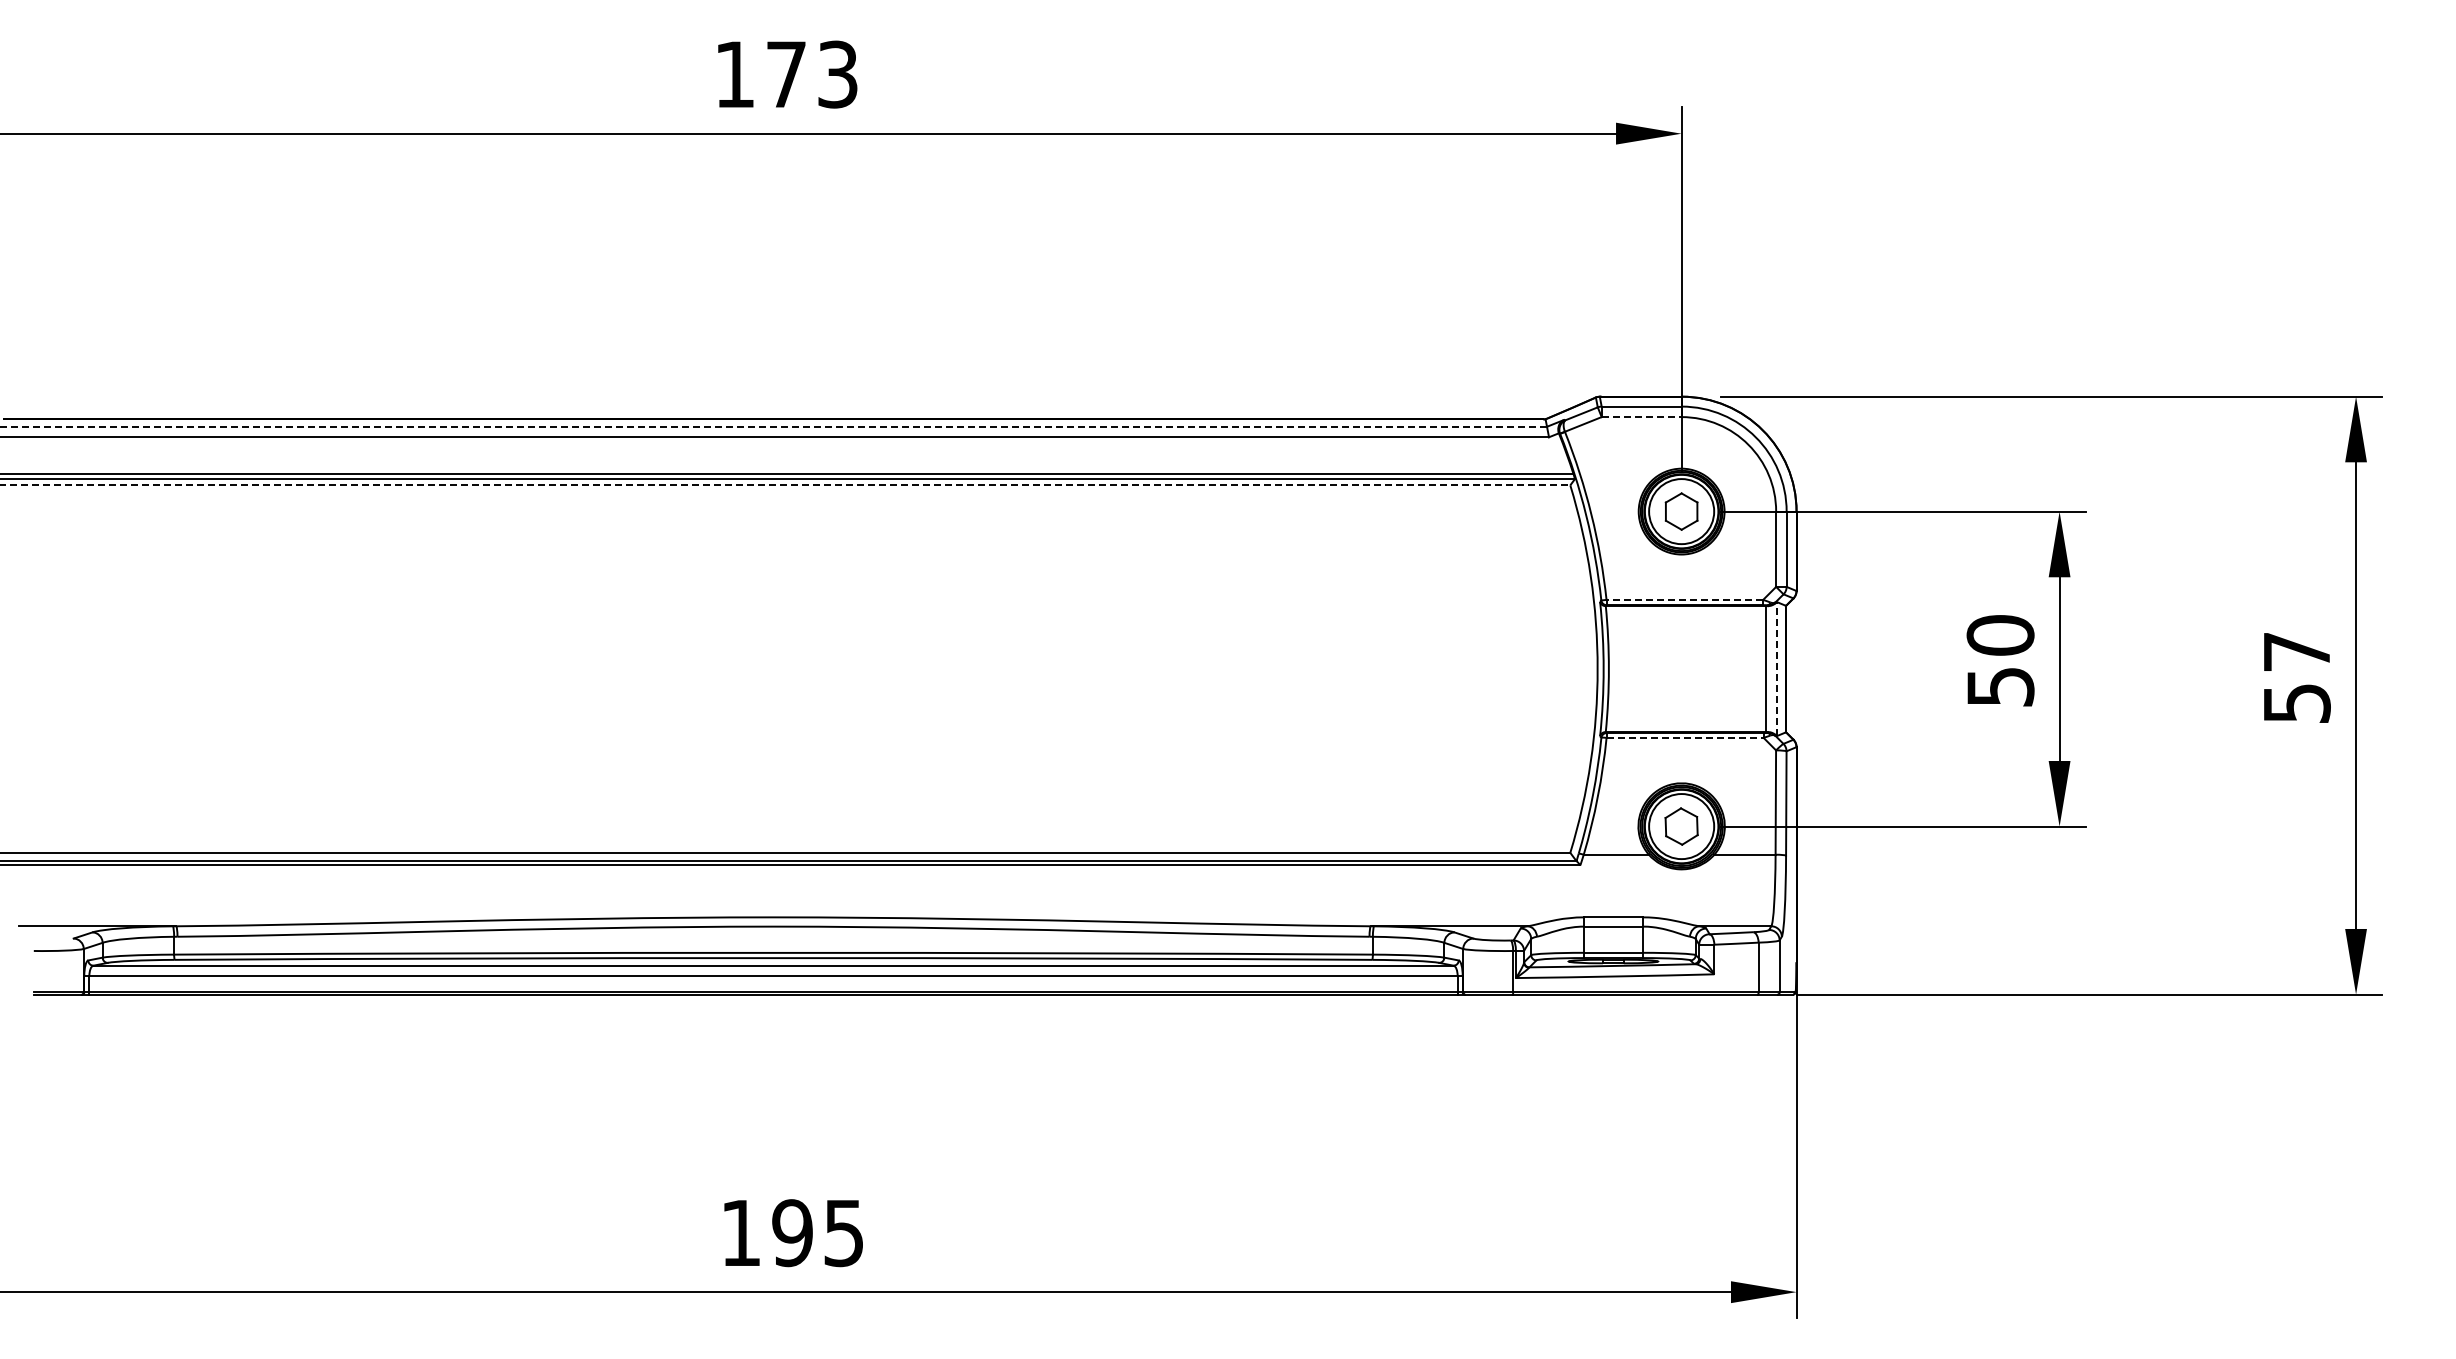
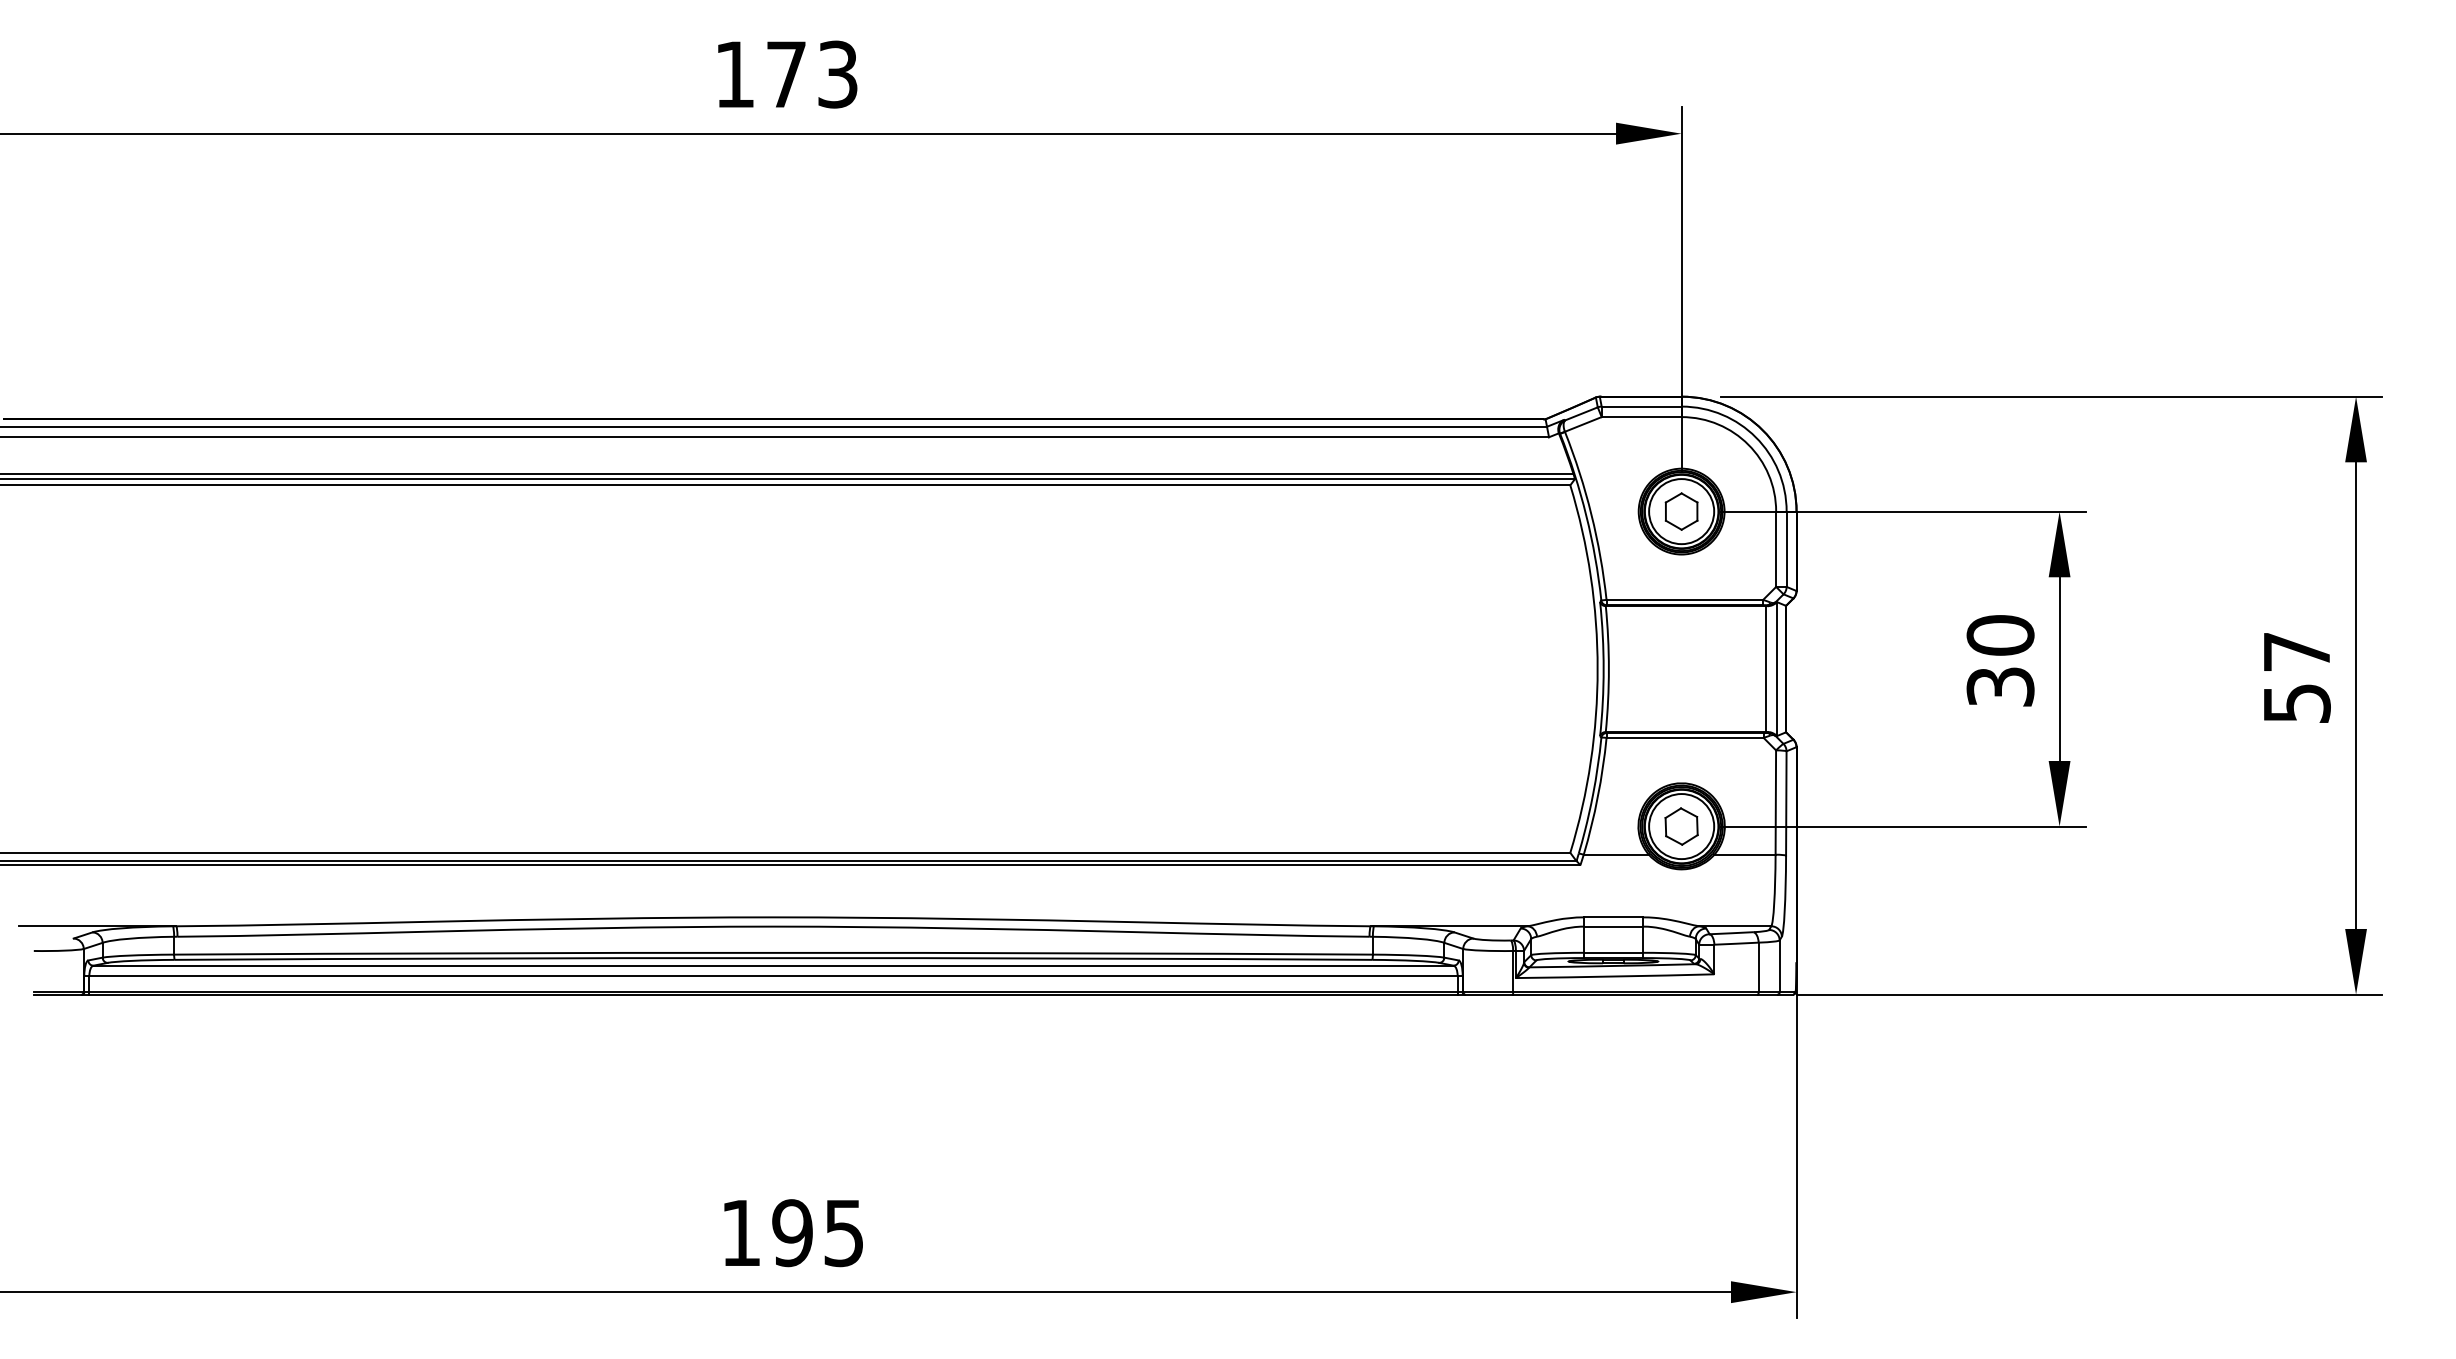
line at (1641, 417): dashed -> solid
line at (773, 426): dashed -> solid
line at (785, 485): dashed -> solid
line at (1684, 599): dashed -> solid
line at (1776, 669): dashed -> solid
text at (1999, 686): 50 -> 30
line at (1685, 737): dashed -> solid
